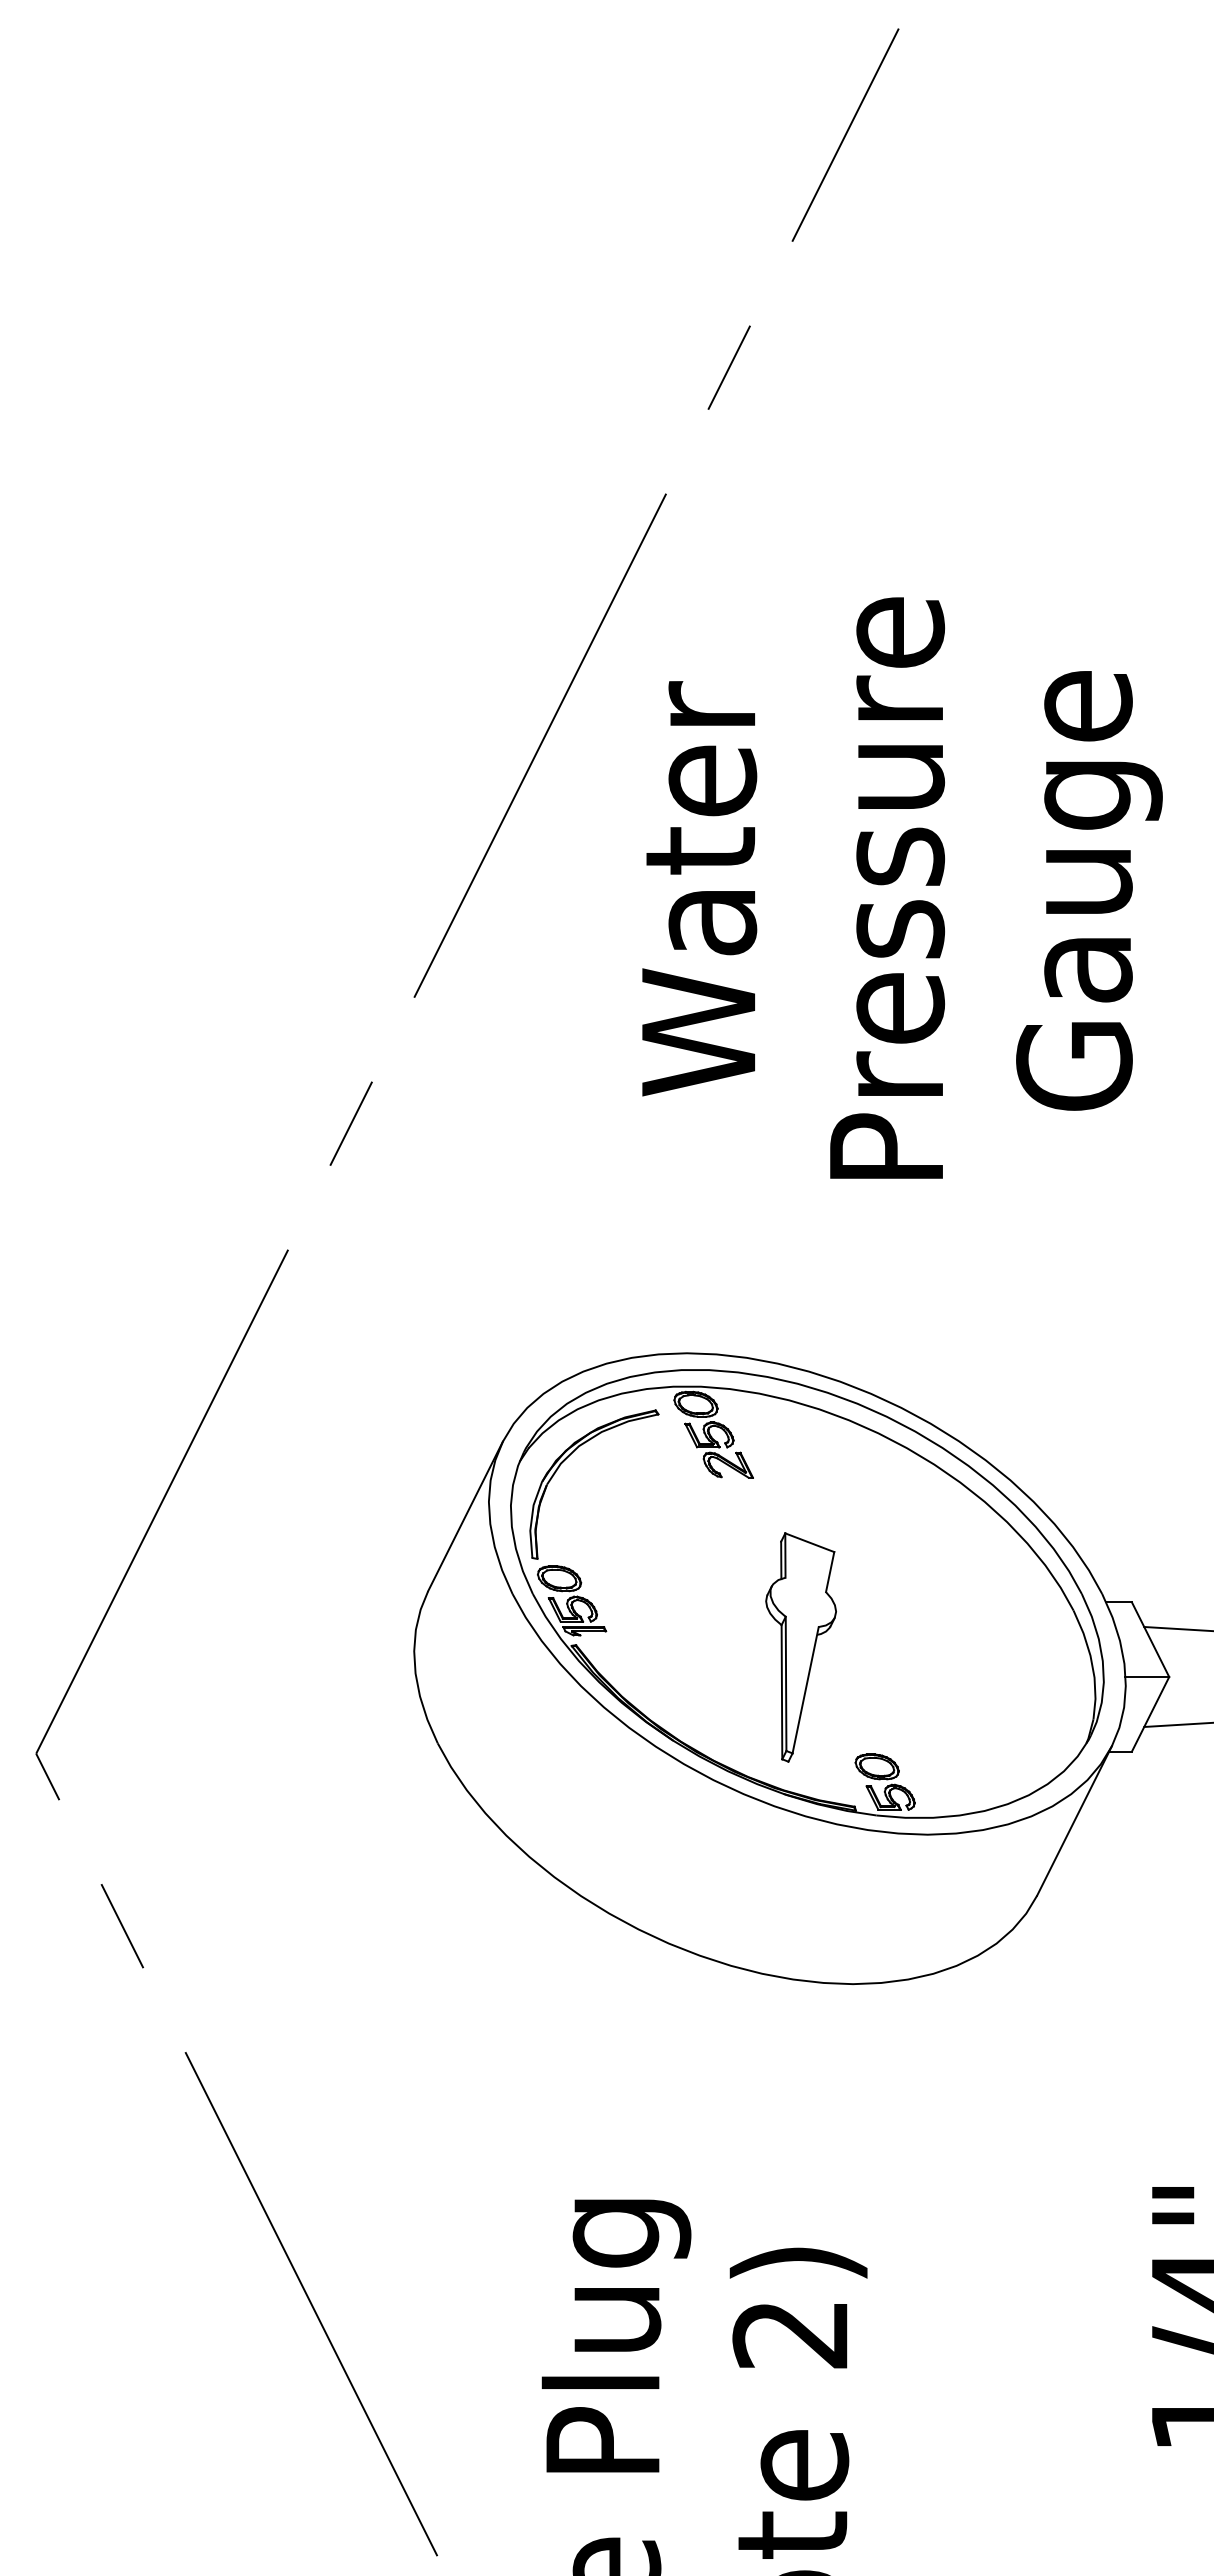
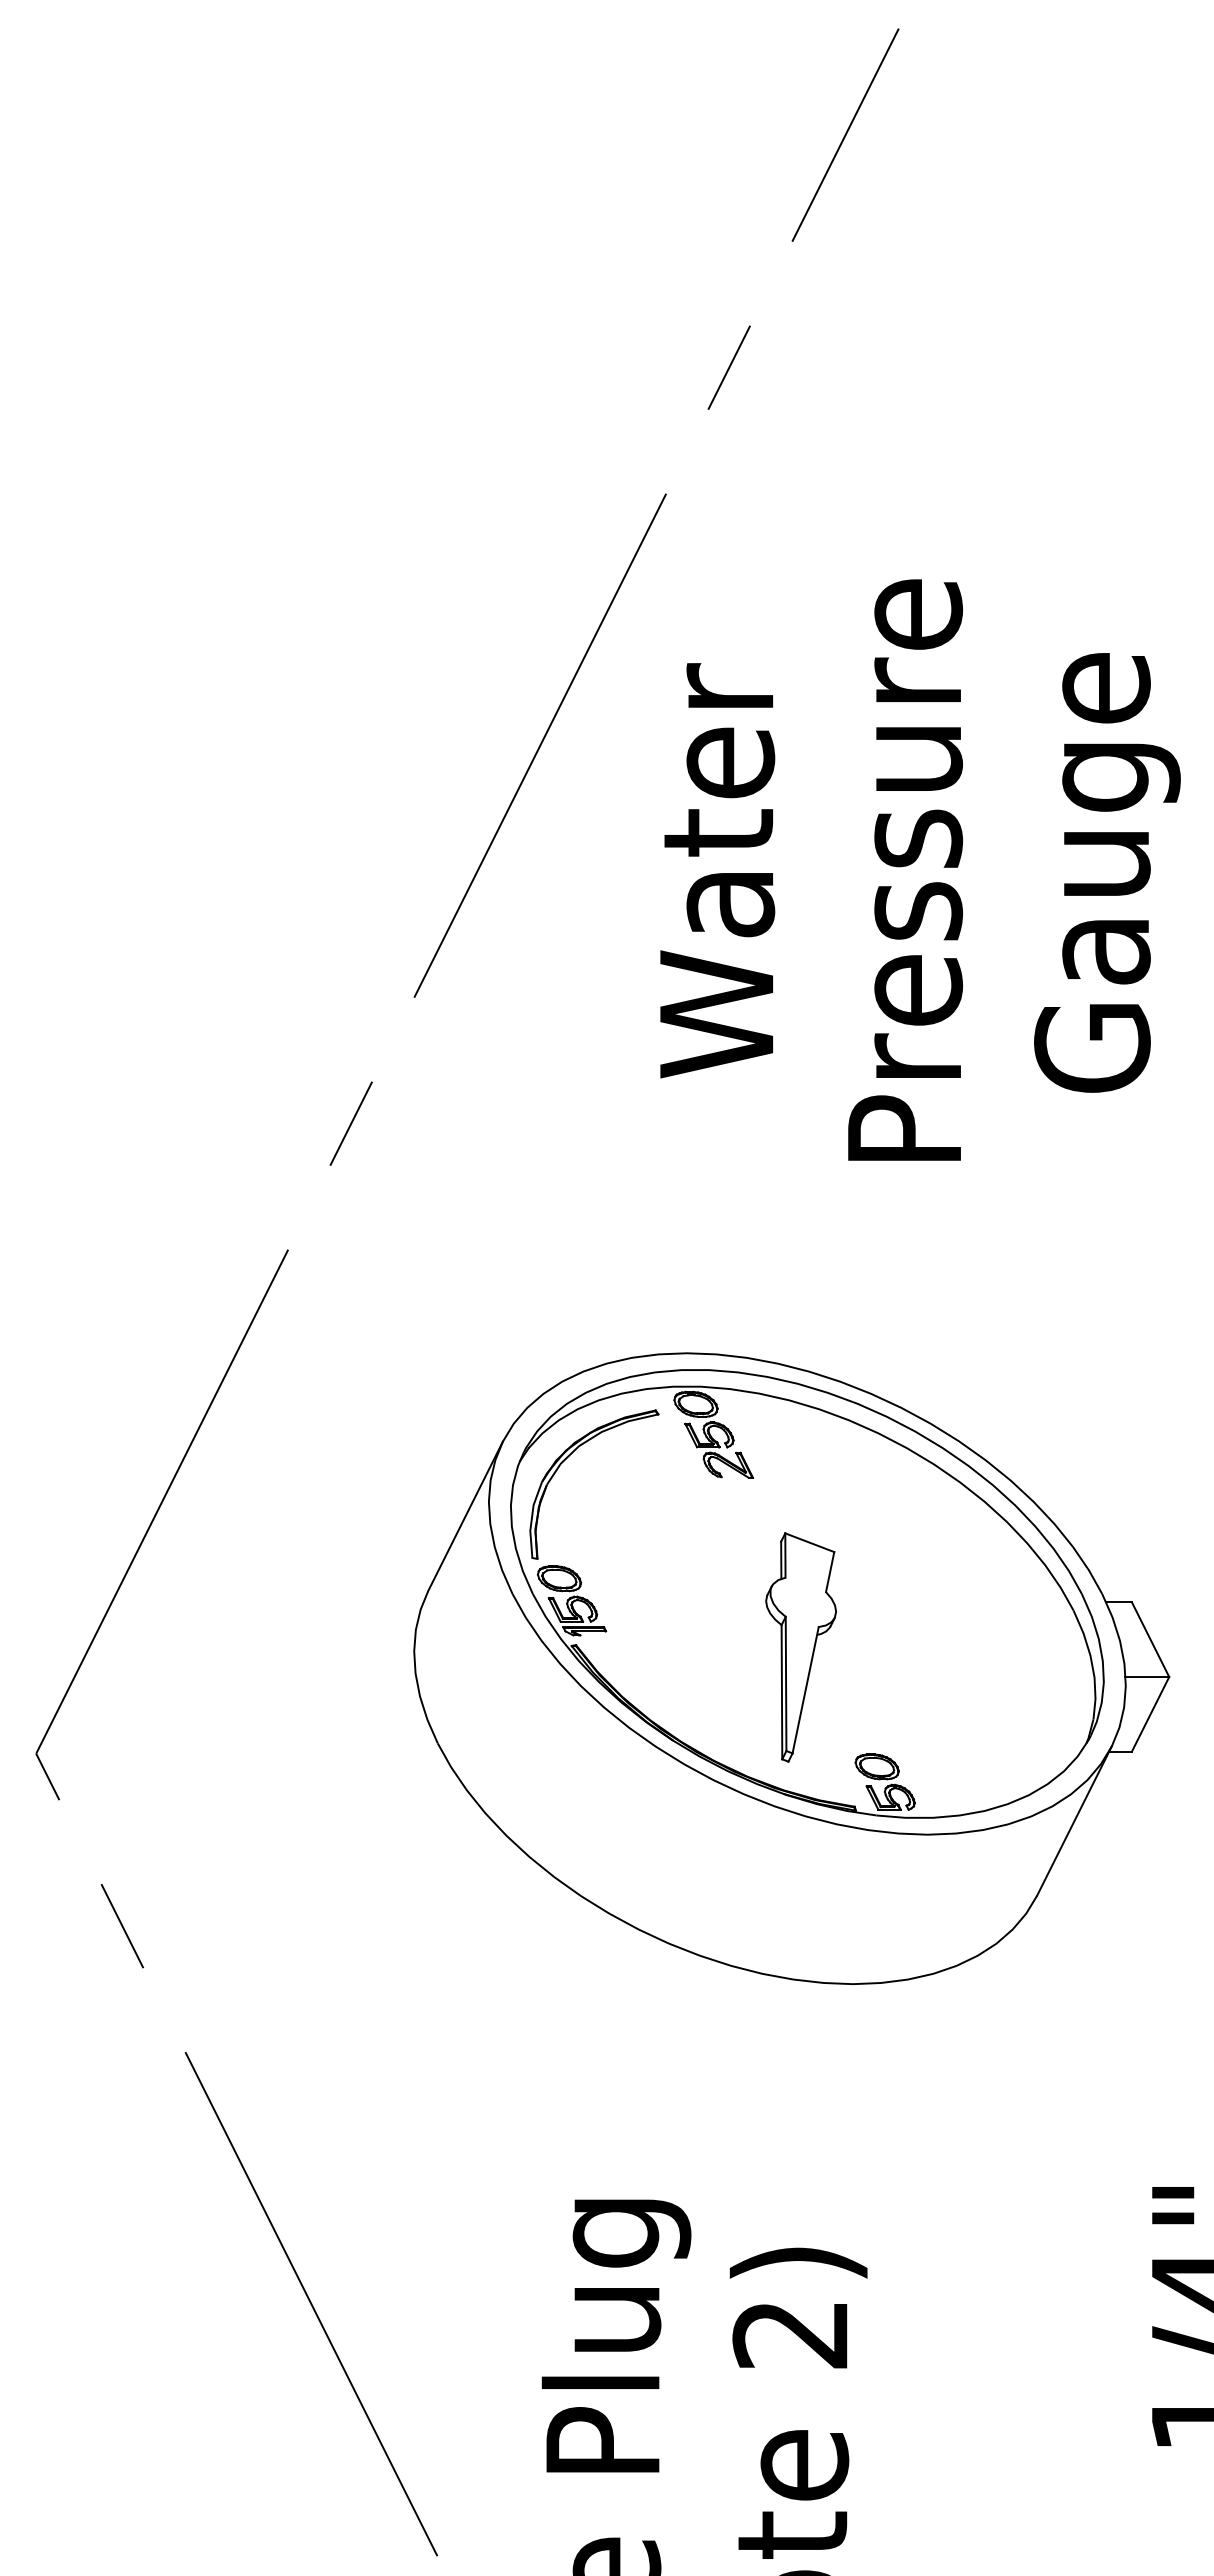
text at (902, 887) position: (902, 887) -> (920, 869)
line at (1177, 1628): present -> none
line at (1177, 1724): present -> none
